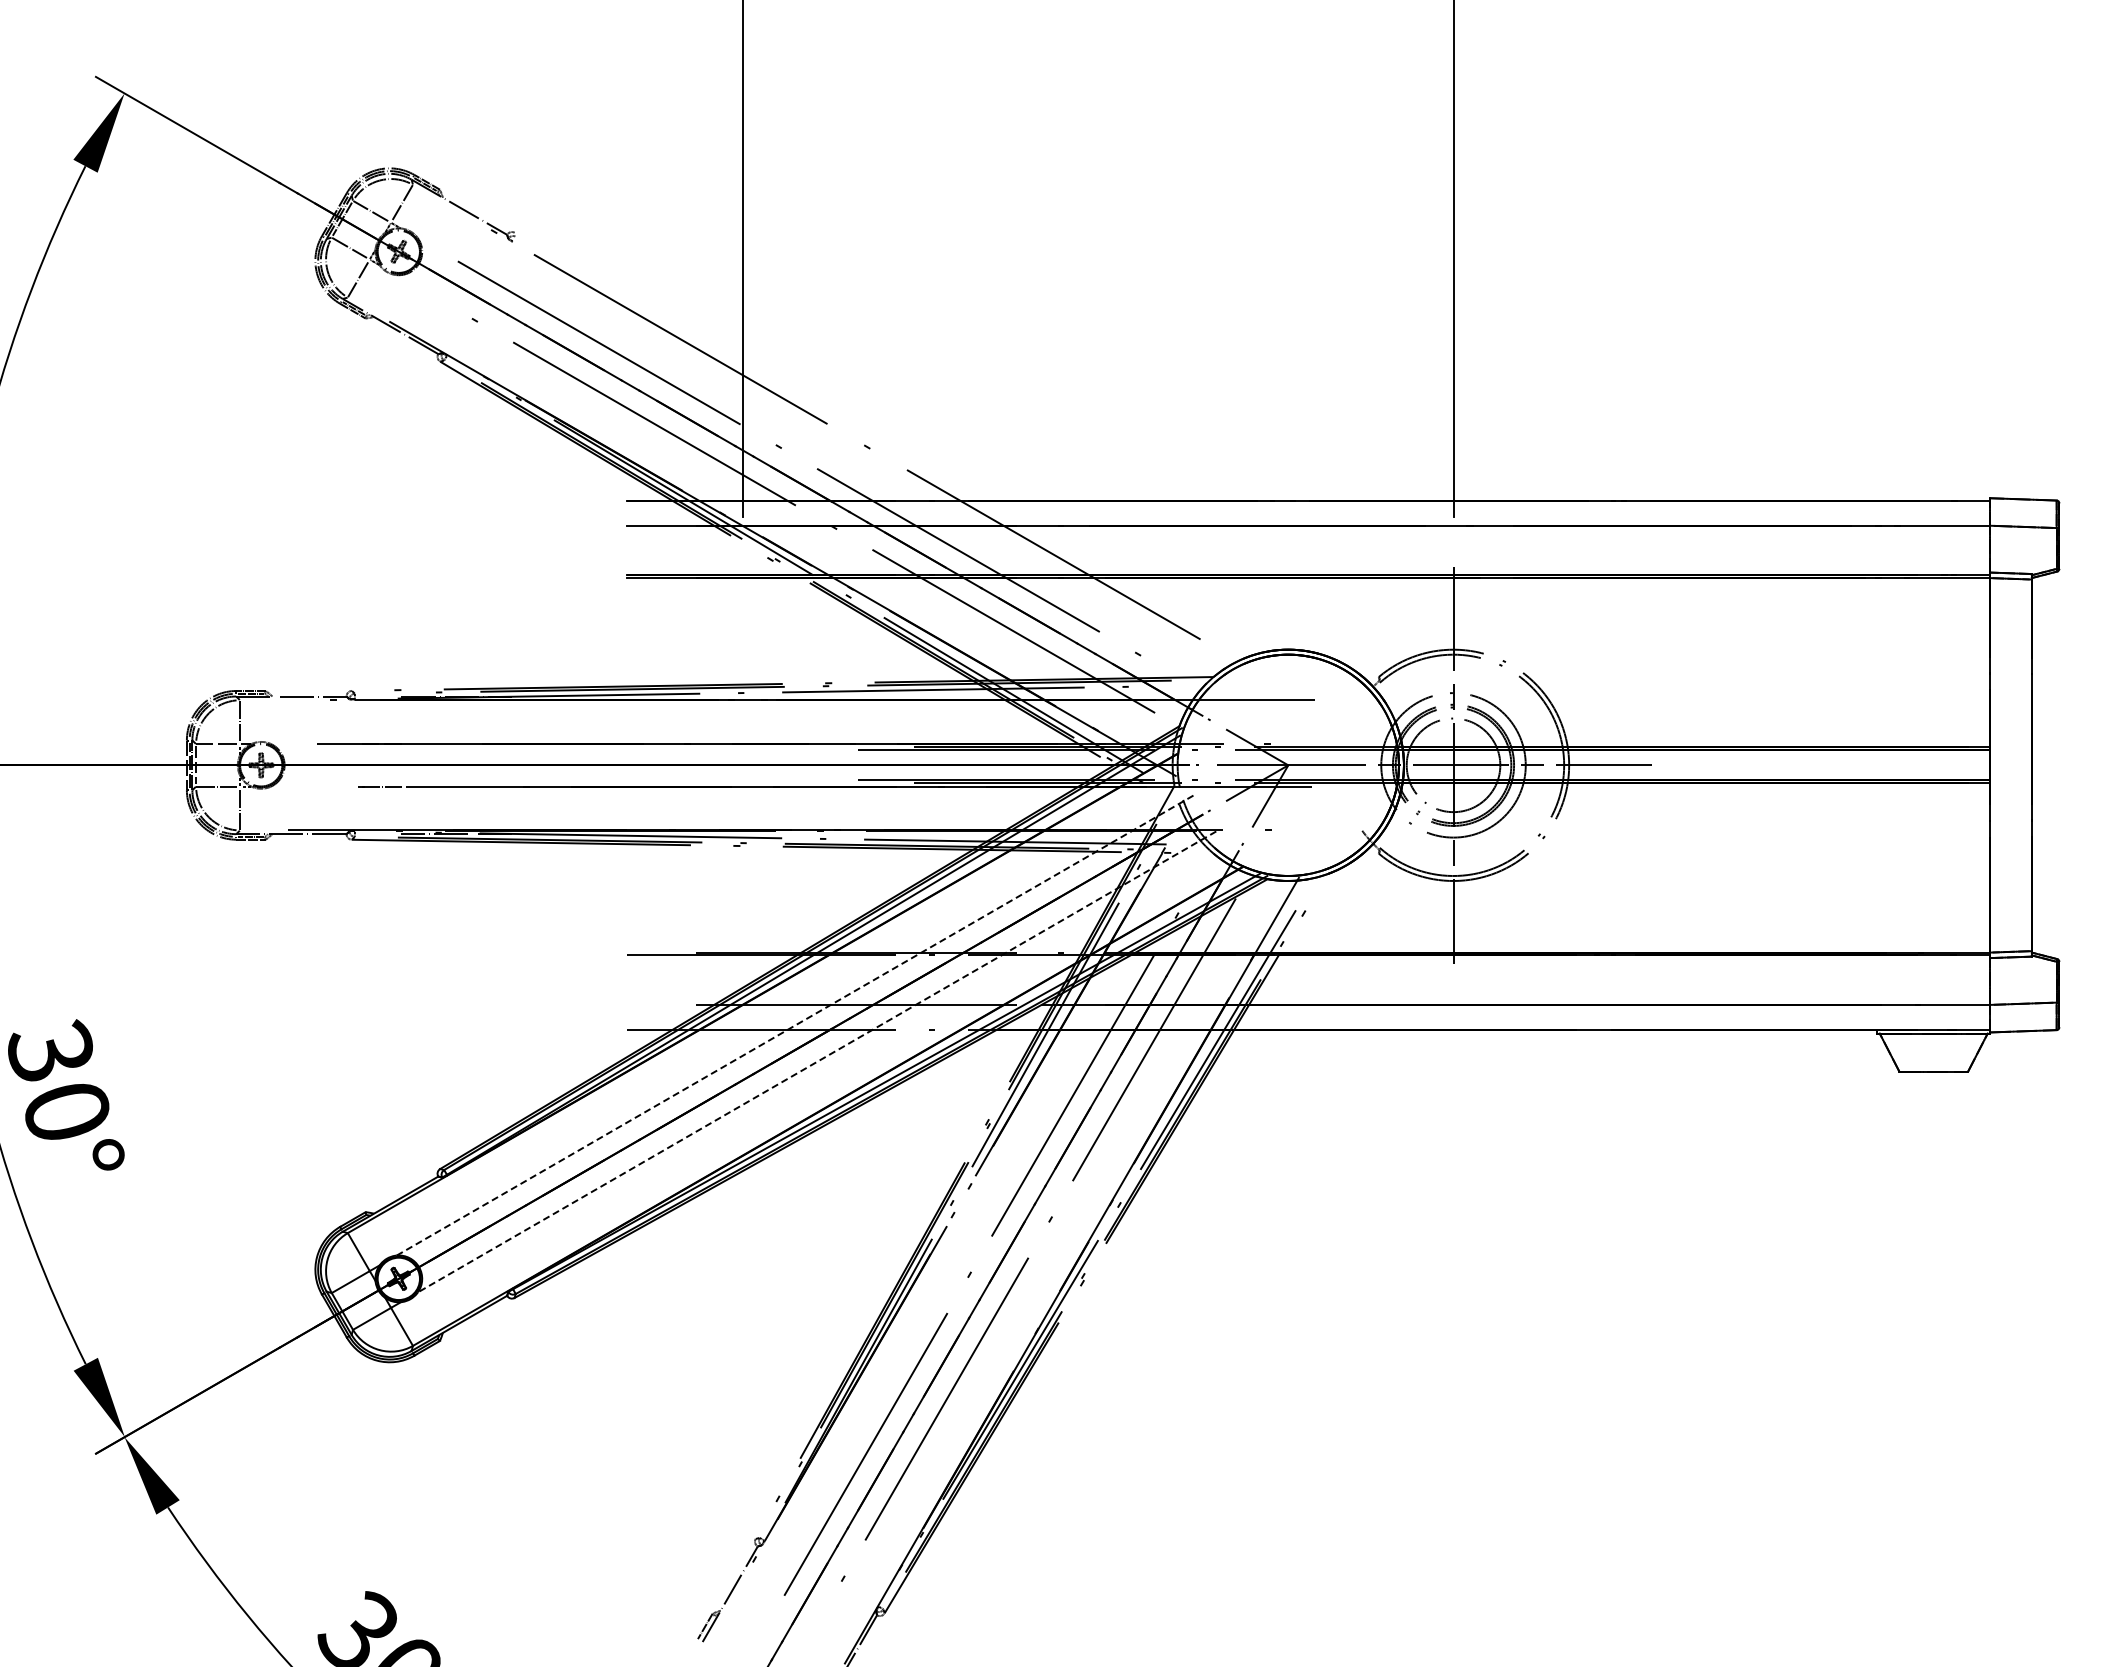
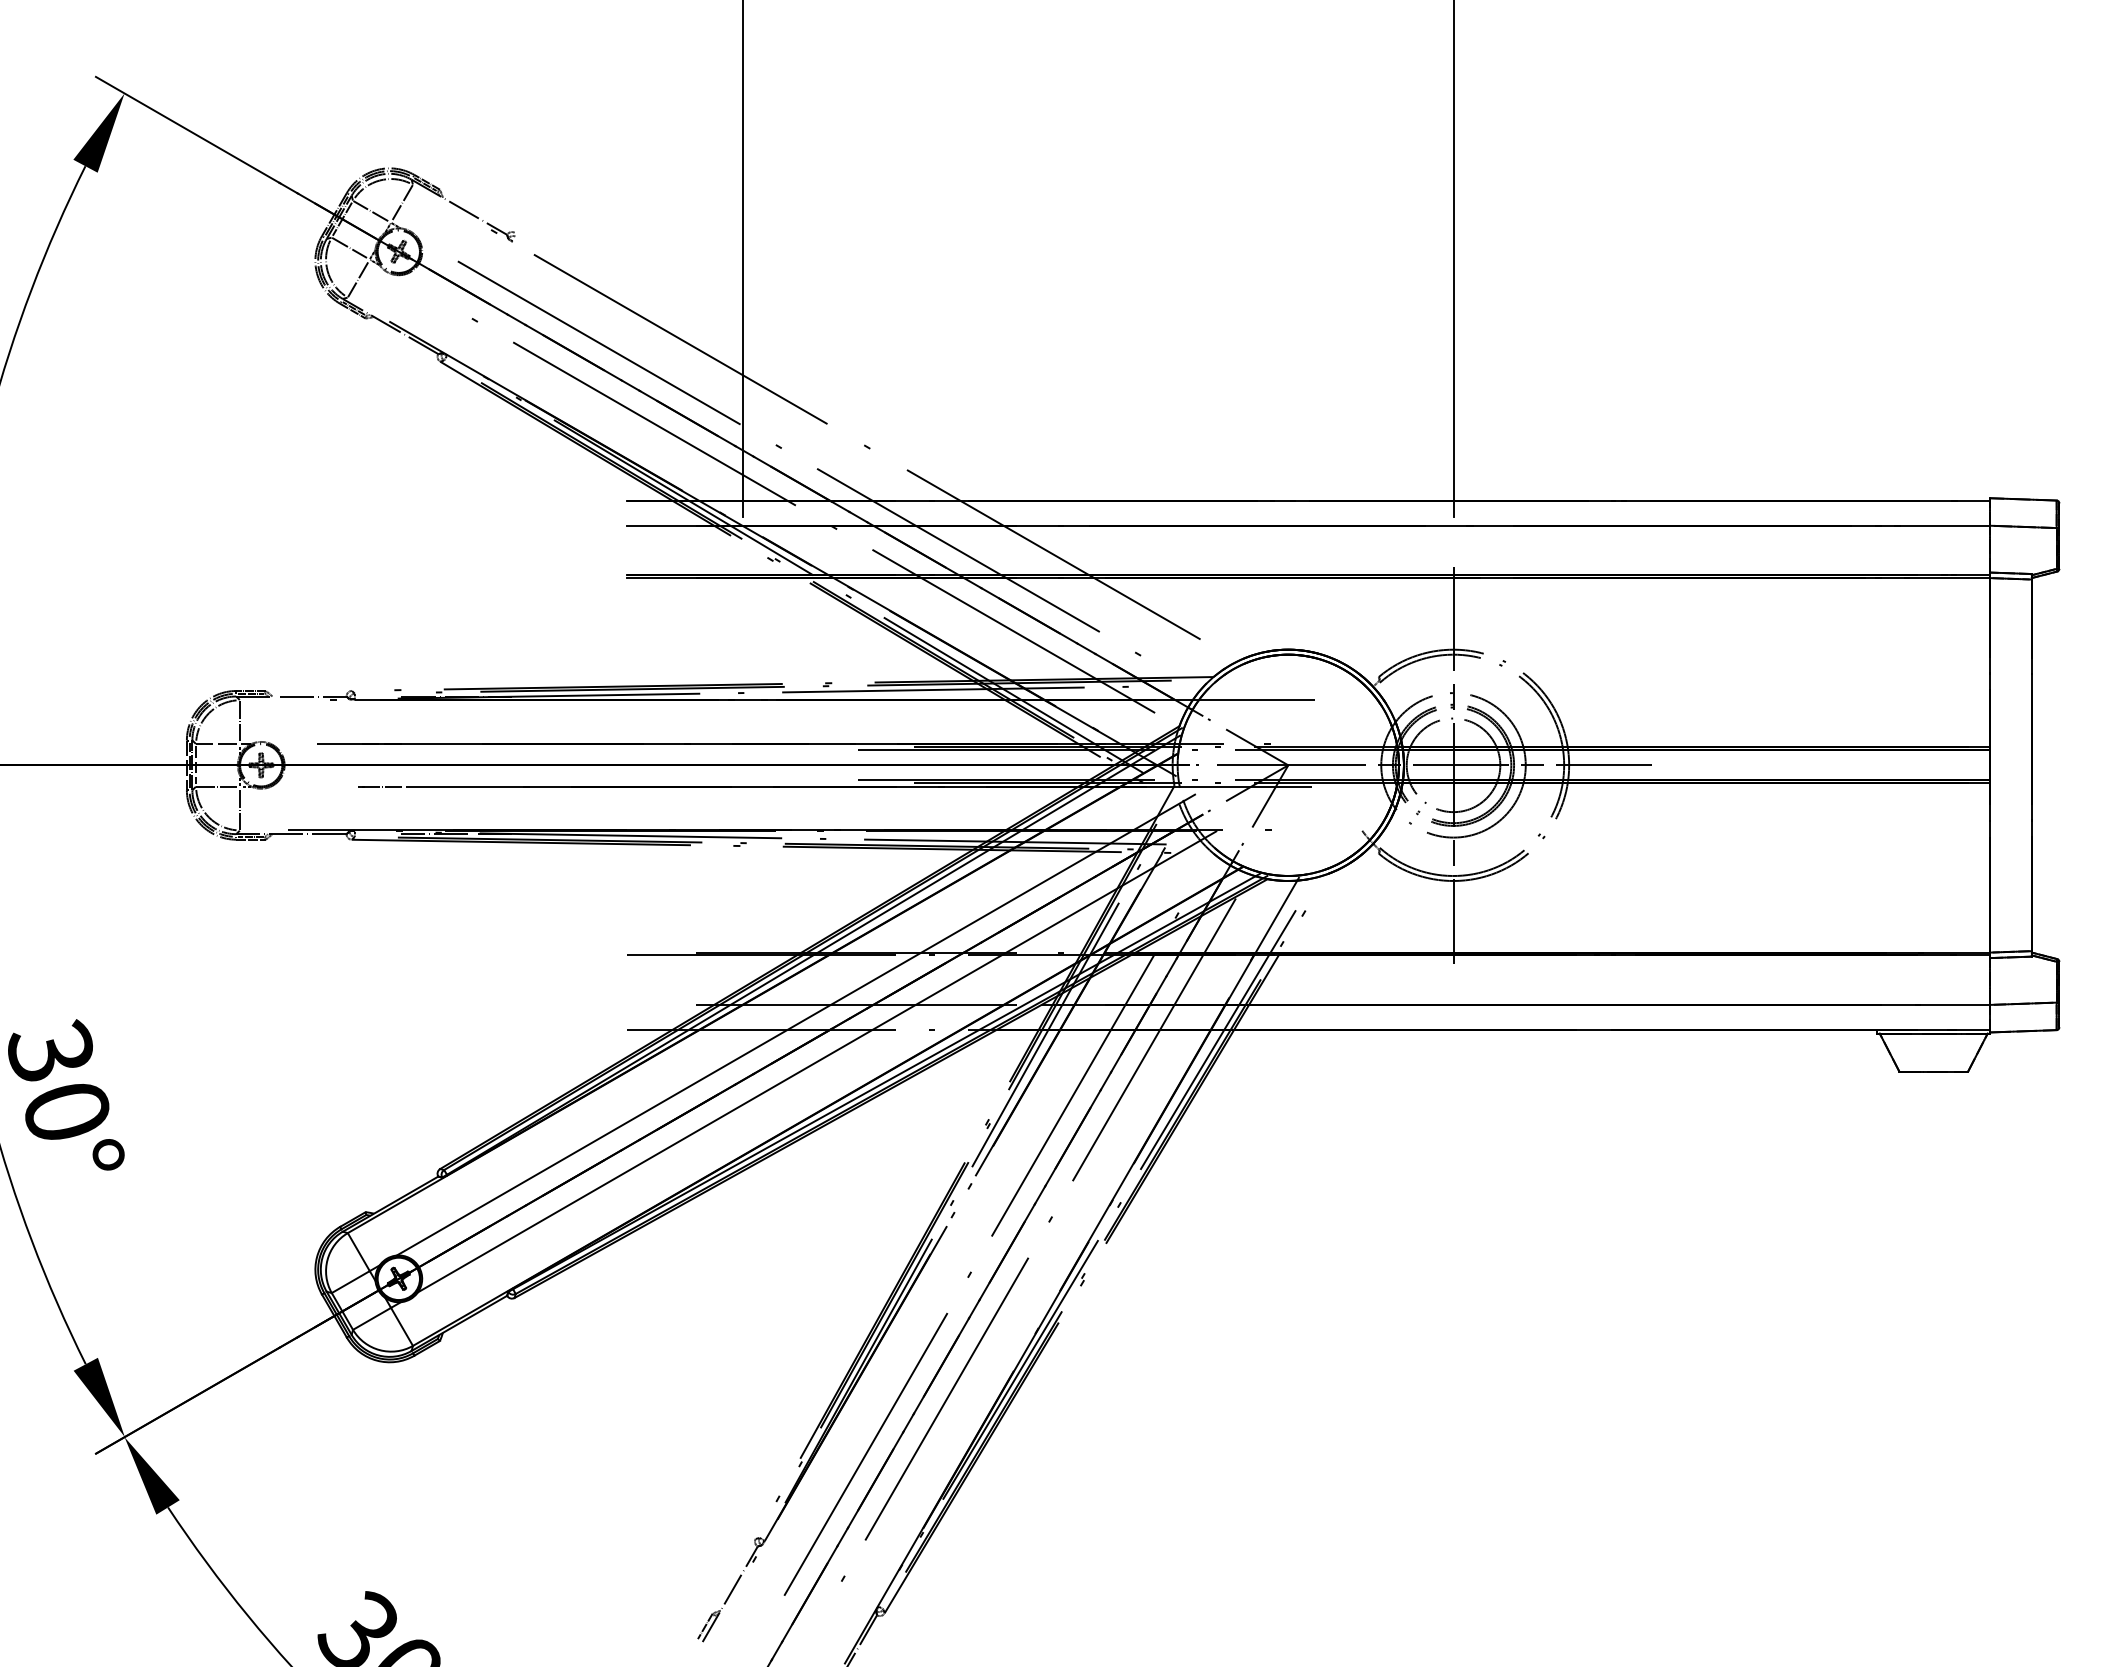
line at (795, 1025): dashed -> solid
line at (817, 1061): dashed -> solid
